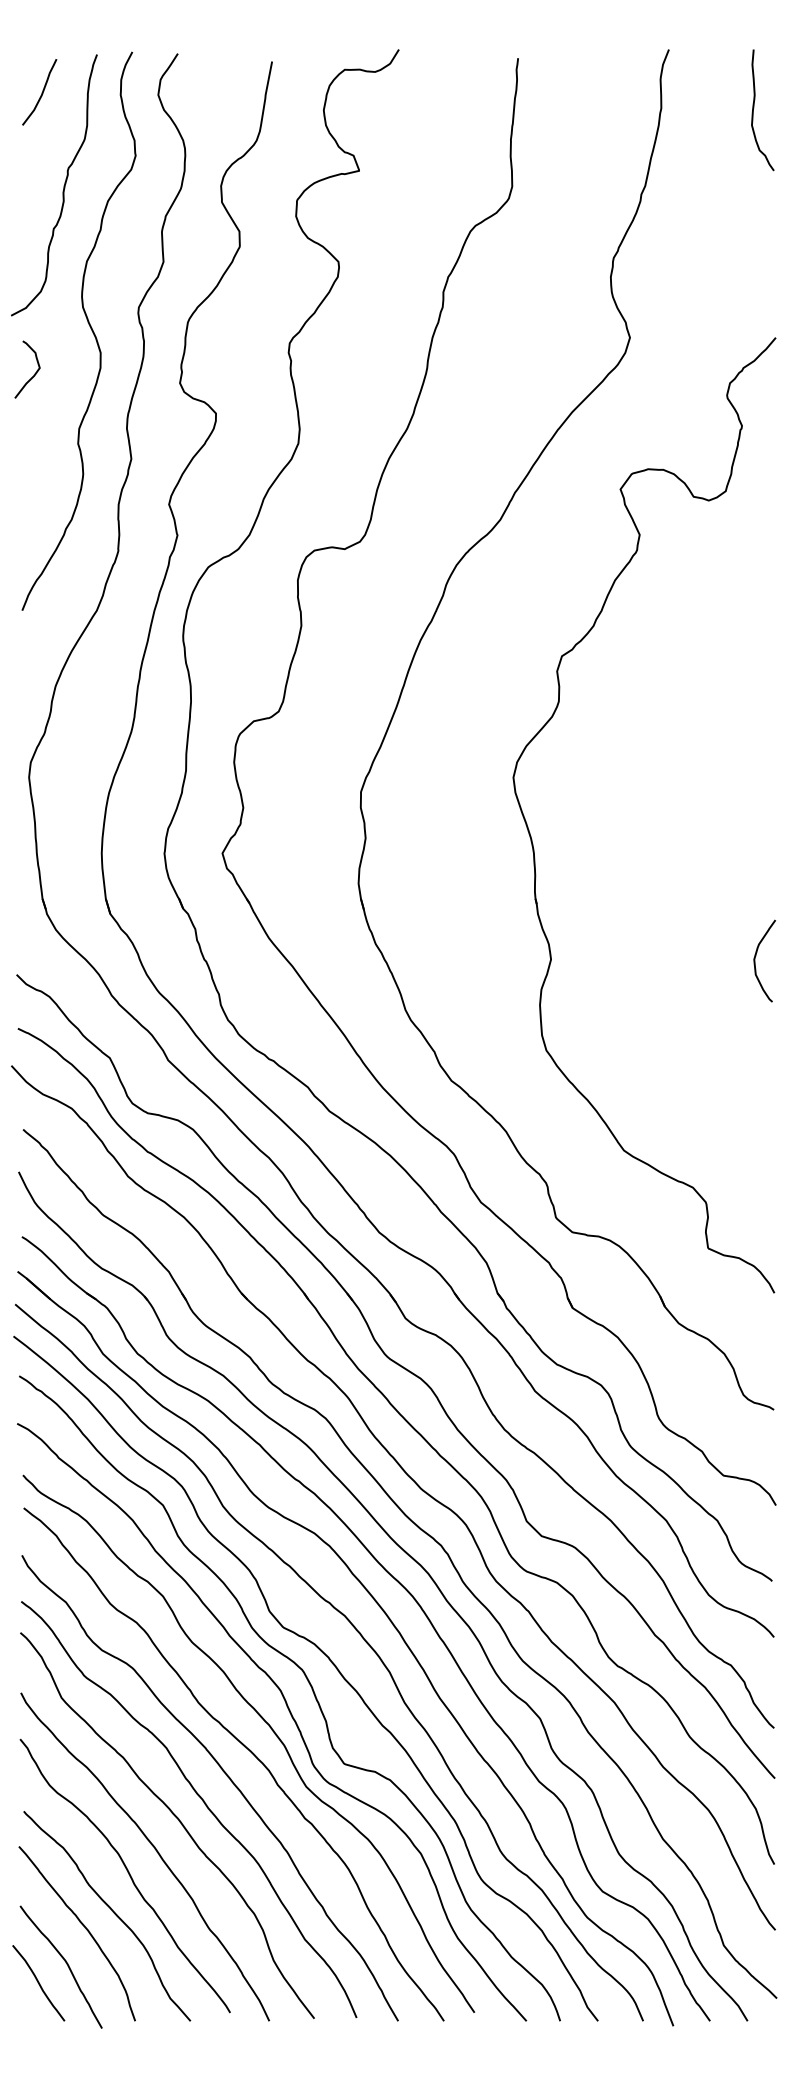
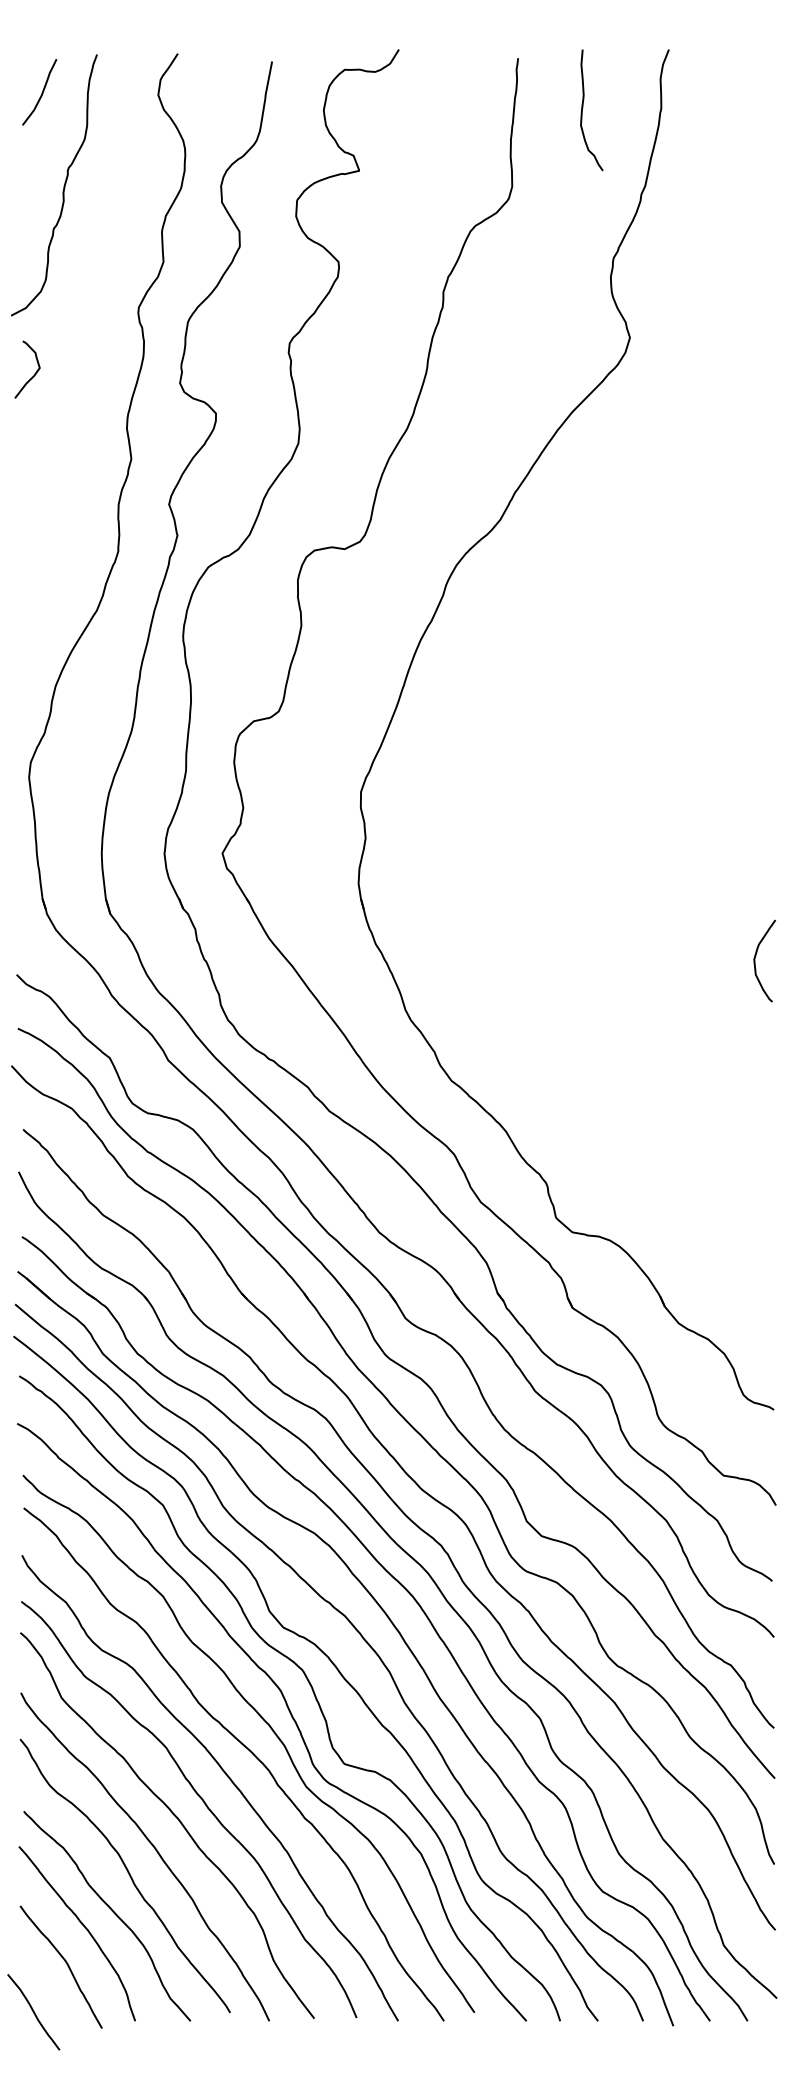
curve at (754, 108) position: (754, 108) -> (583, 108)
curve at (88, 324): present -> none
part at (533, 843): present -> none
curve at (38, 1983) position: (38, 1983) -> (33, 2012)
